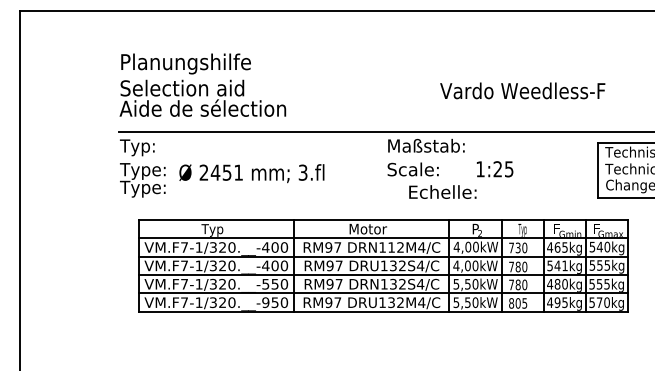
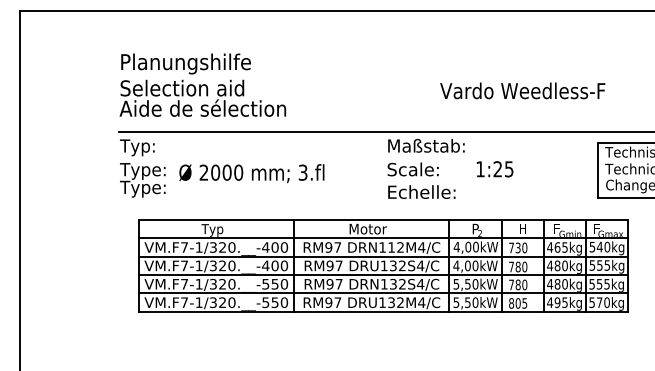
text at (226, 172): 2451 -> 2000
text at (442, 191) position: (442, 191) -> (421, 191)
text at (522, 229): Typ -> H
text at (557, 265): 541kg -> 480kg
text at (265, 302): VM.F7-1/320.__-950 -> VM.F7-1/320.__-550
